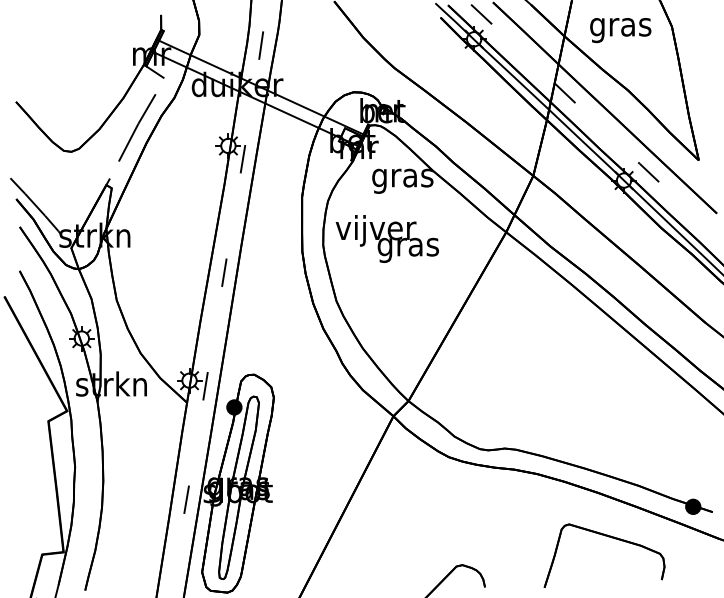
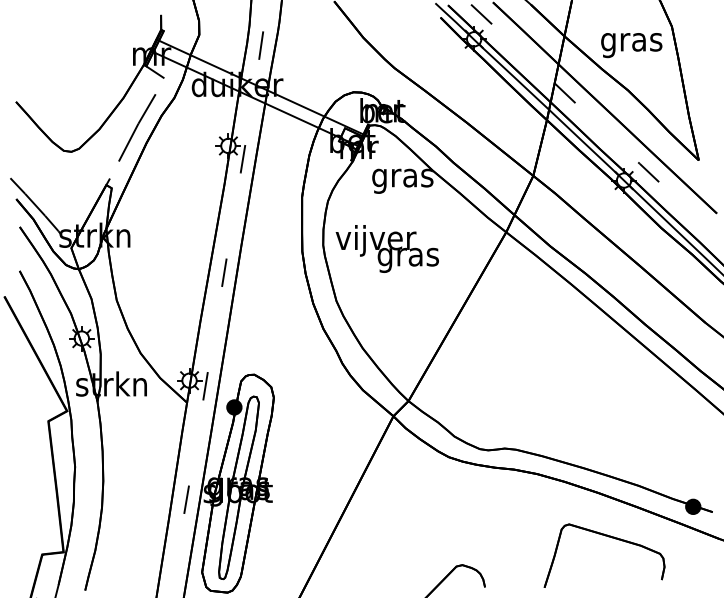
text at (620, 30) position: (620, 30) -> (631, 45)
text at (386, 238) position: (386, 238) -> (386, 248)
